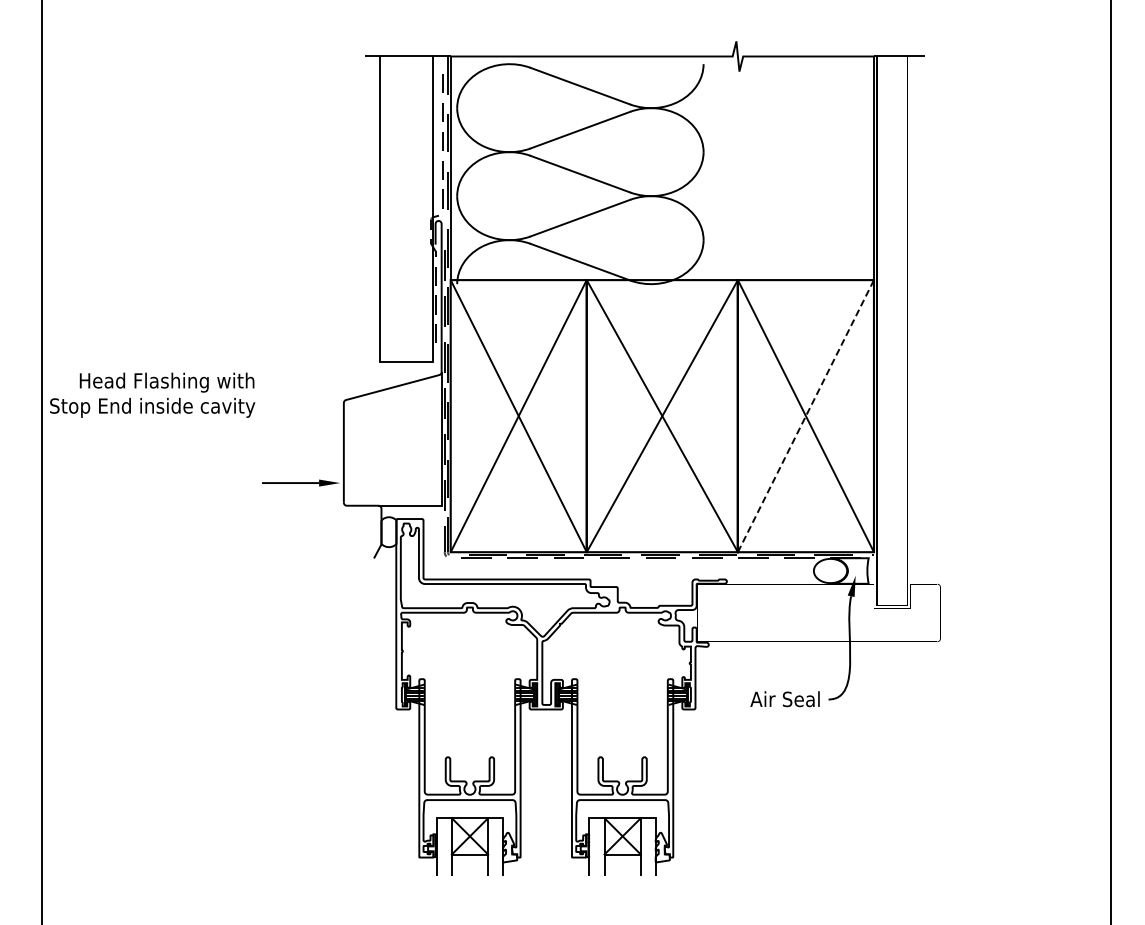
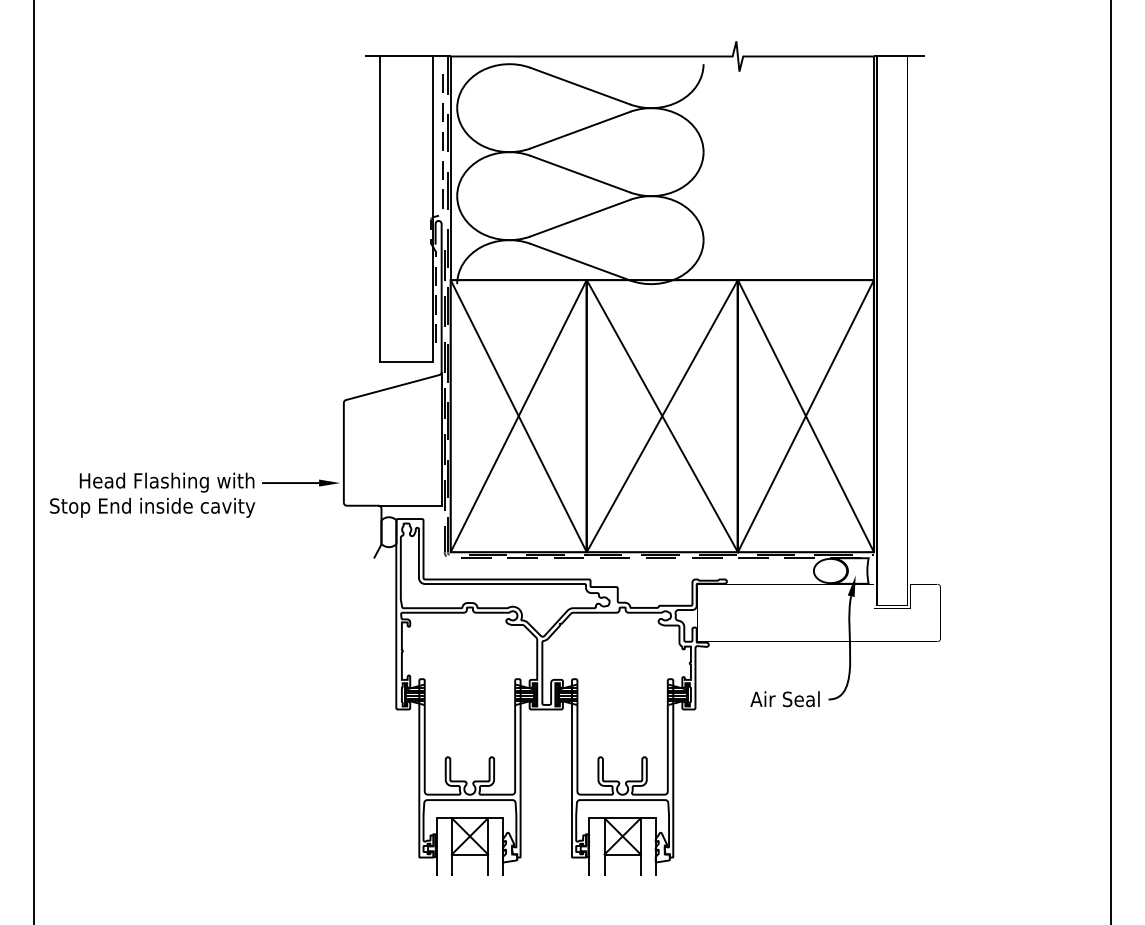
text at (152, 394) position: (152, 394) -> (152, 494)
line at (806, 415): dashed -> solid
line at (42, 461) position: (42, 461) -> (34, 461)
